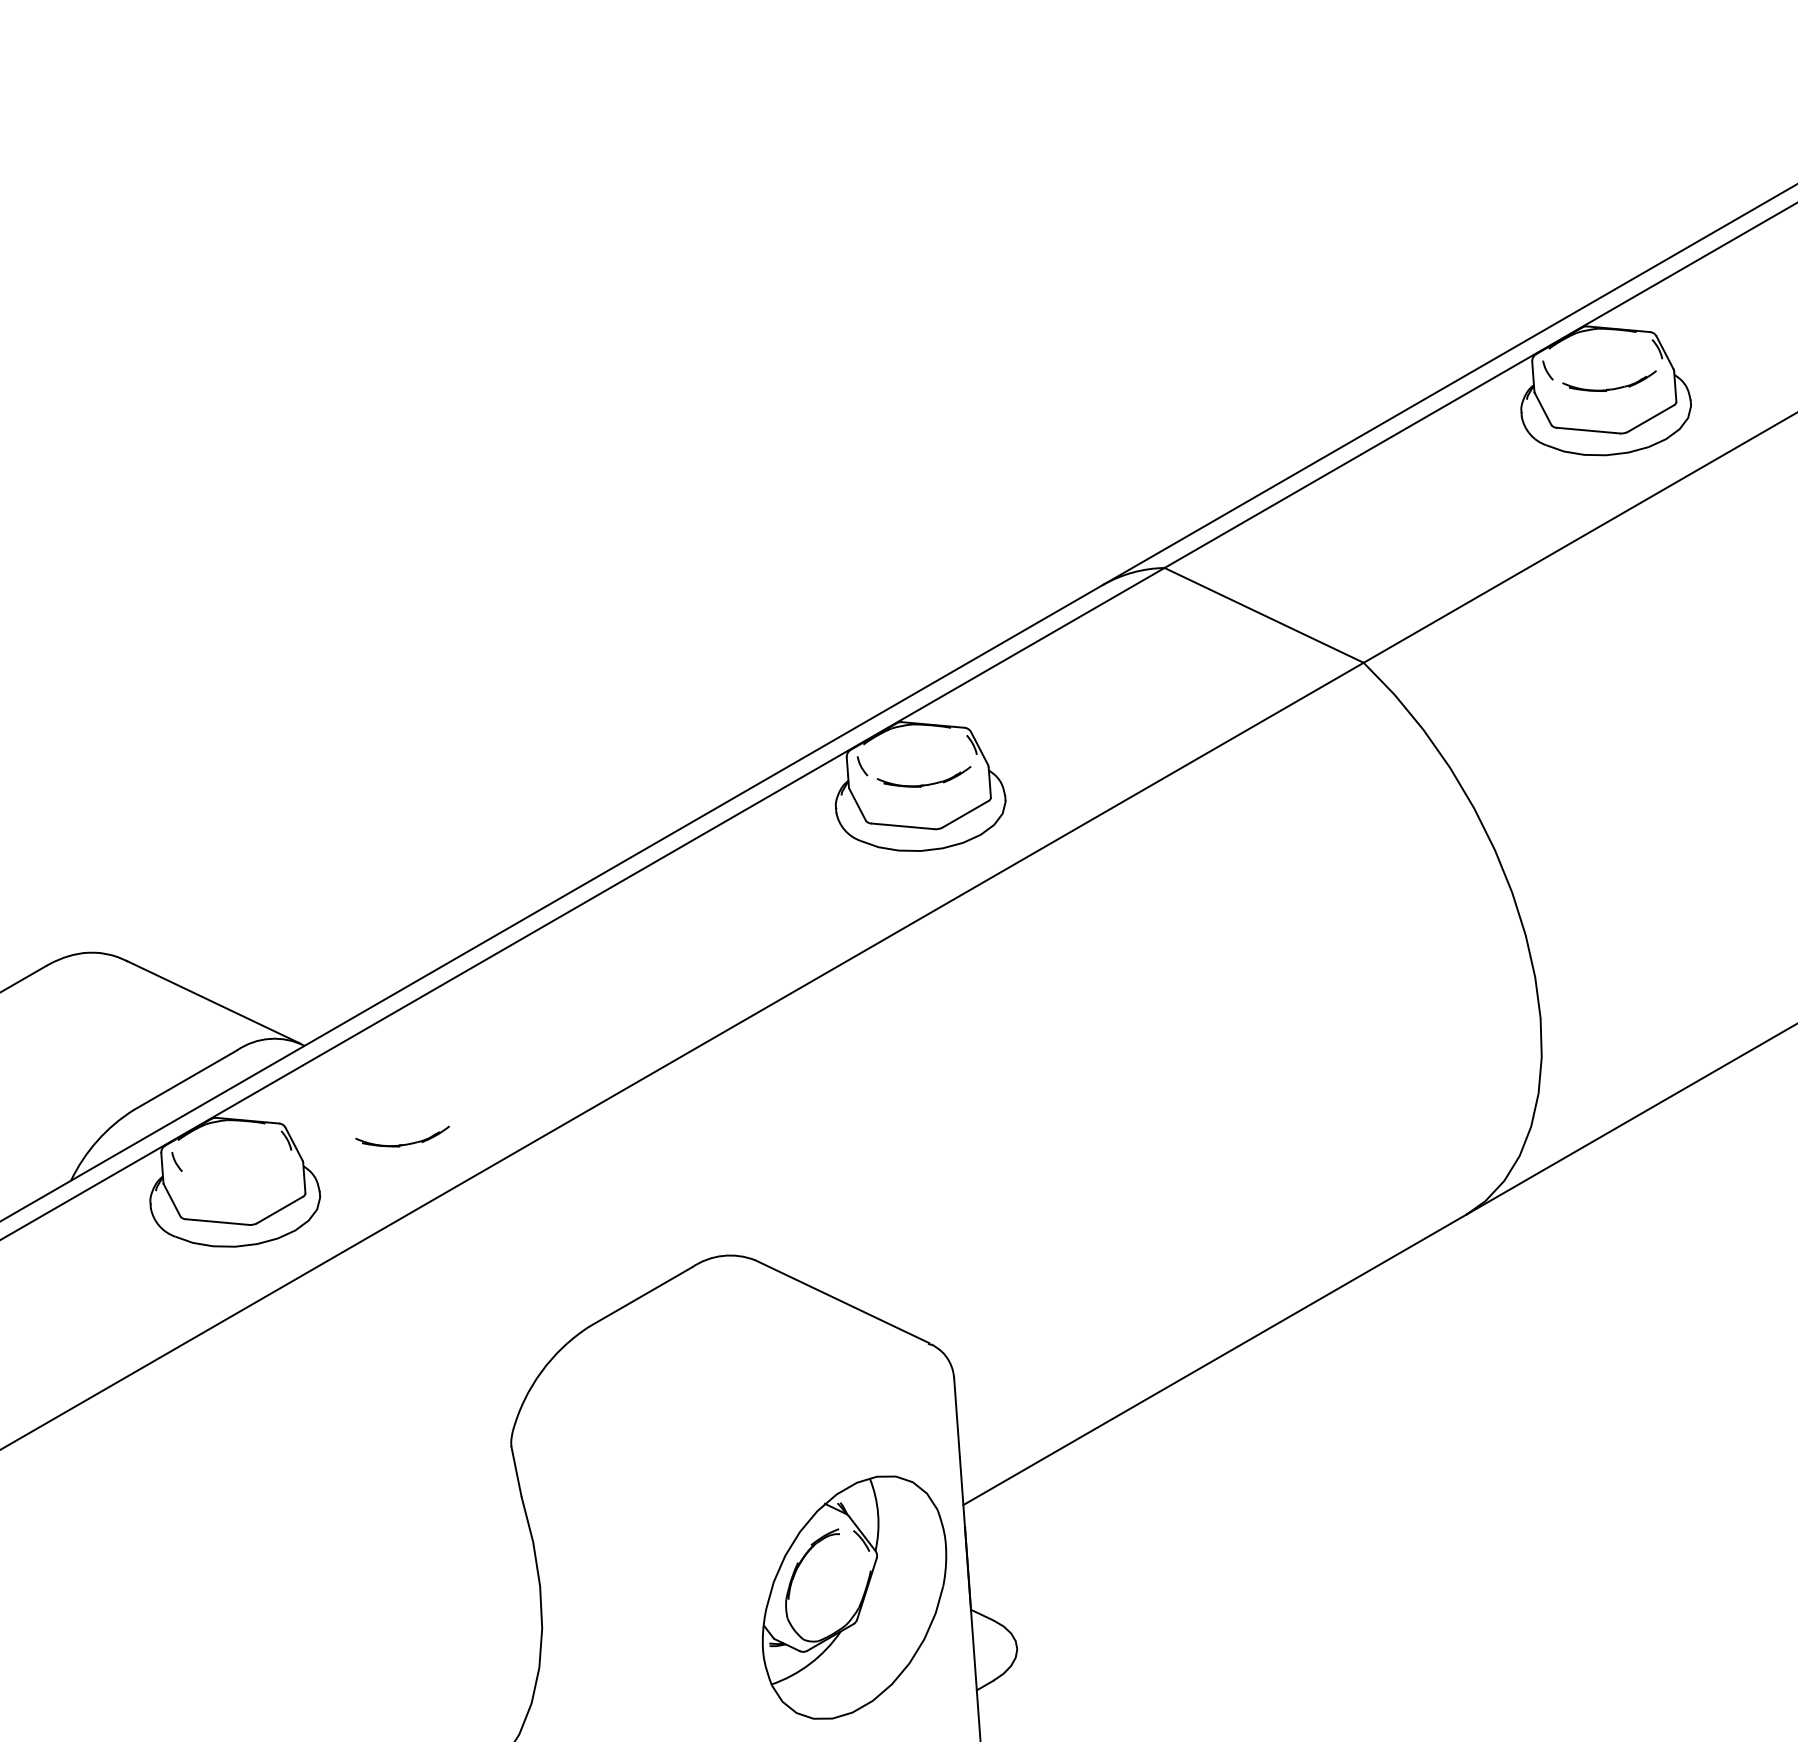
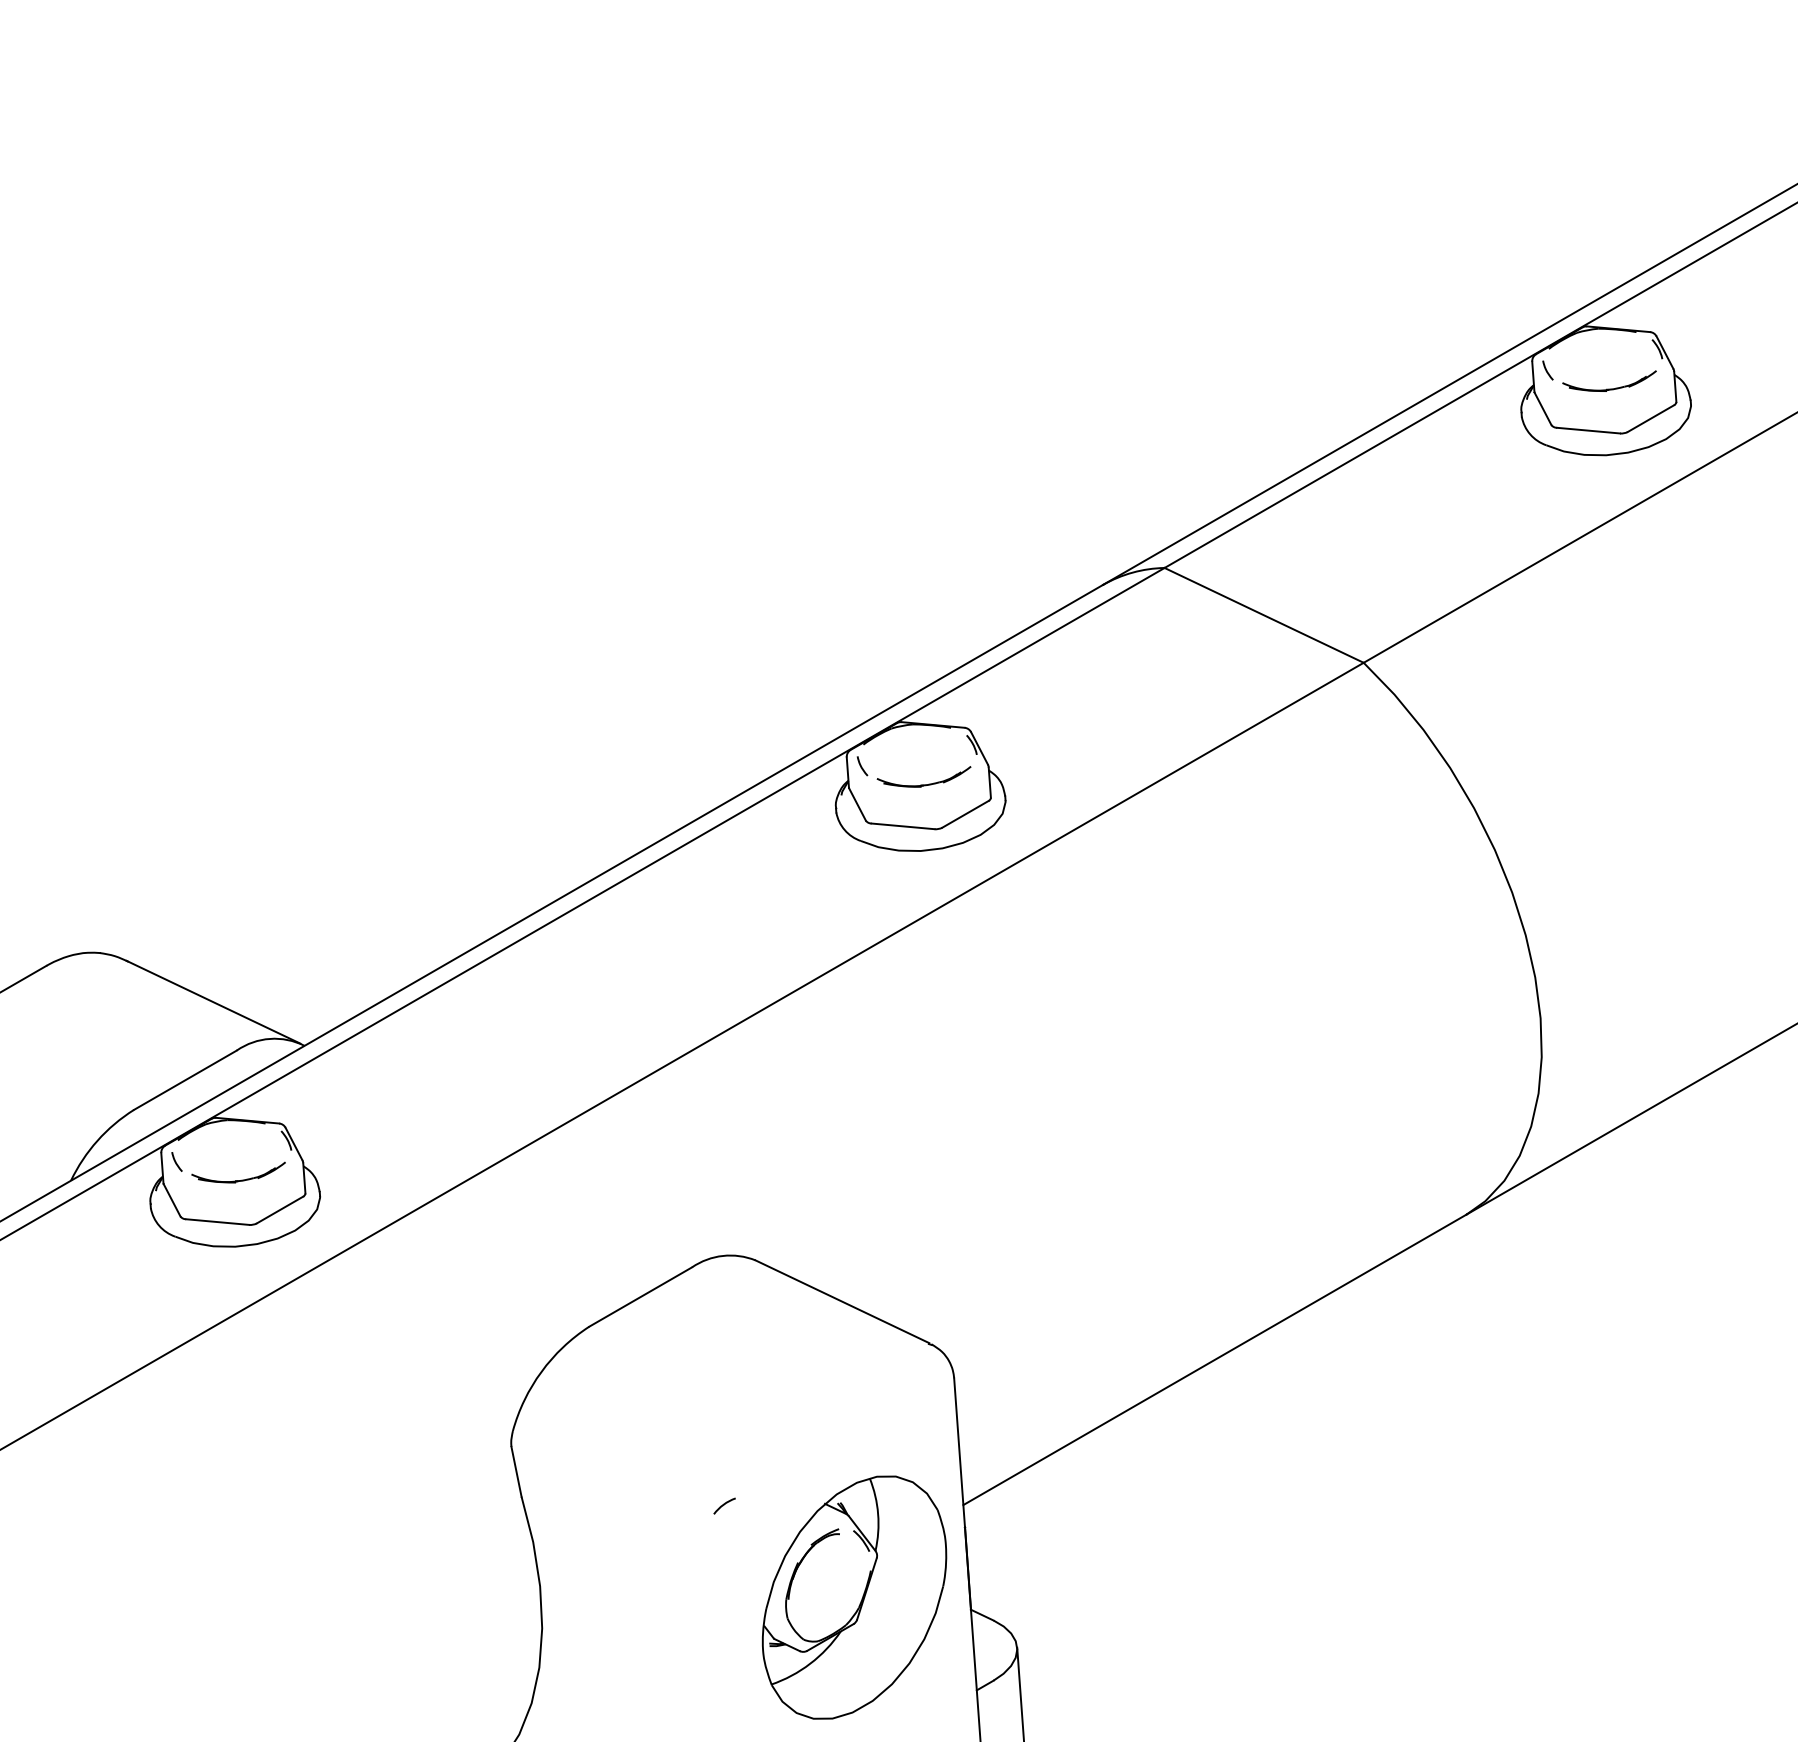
part at (405, 1143) position: (405, 1143) -> (241, 1179)
arc at (724, 1505): none -> present
line at (1020, 1692): none -> present
